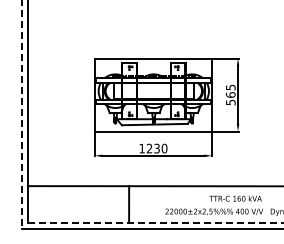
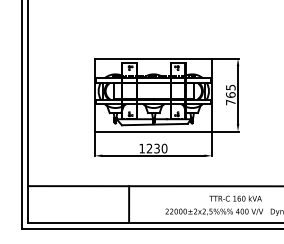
text at (230, 102): 565 -> 765
line at (21, 115): dashed -> solid
line at (155, 222): dashed -> solid
